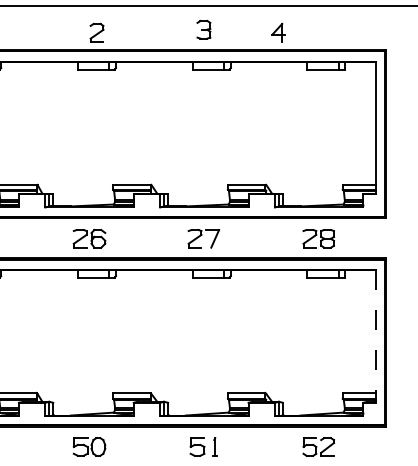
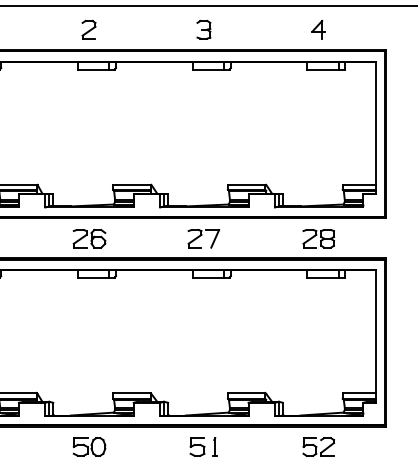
part at (96, 32) position: (96, 32) -> (88, 29)
part at (278, 32) position: (278, 32) -> (318, 29)
line at (376, 337): dashed -> solid
